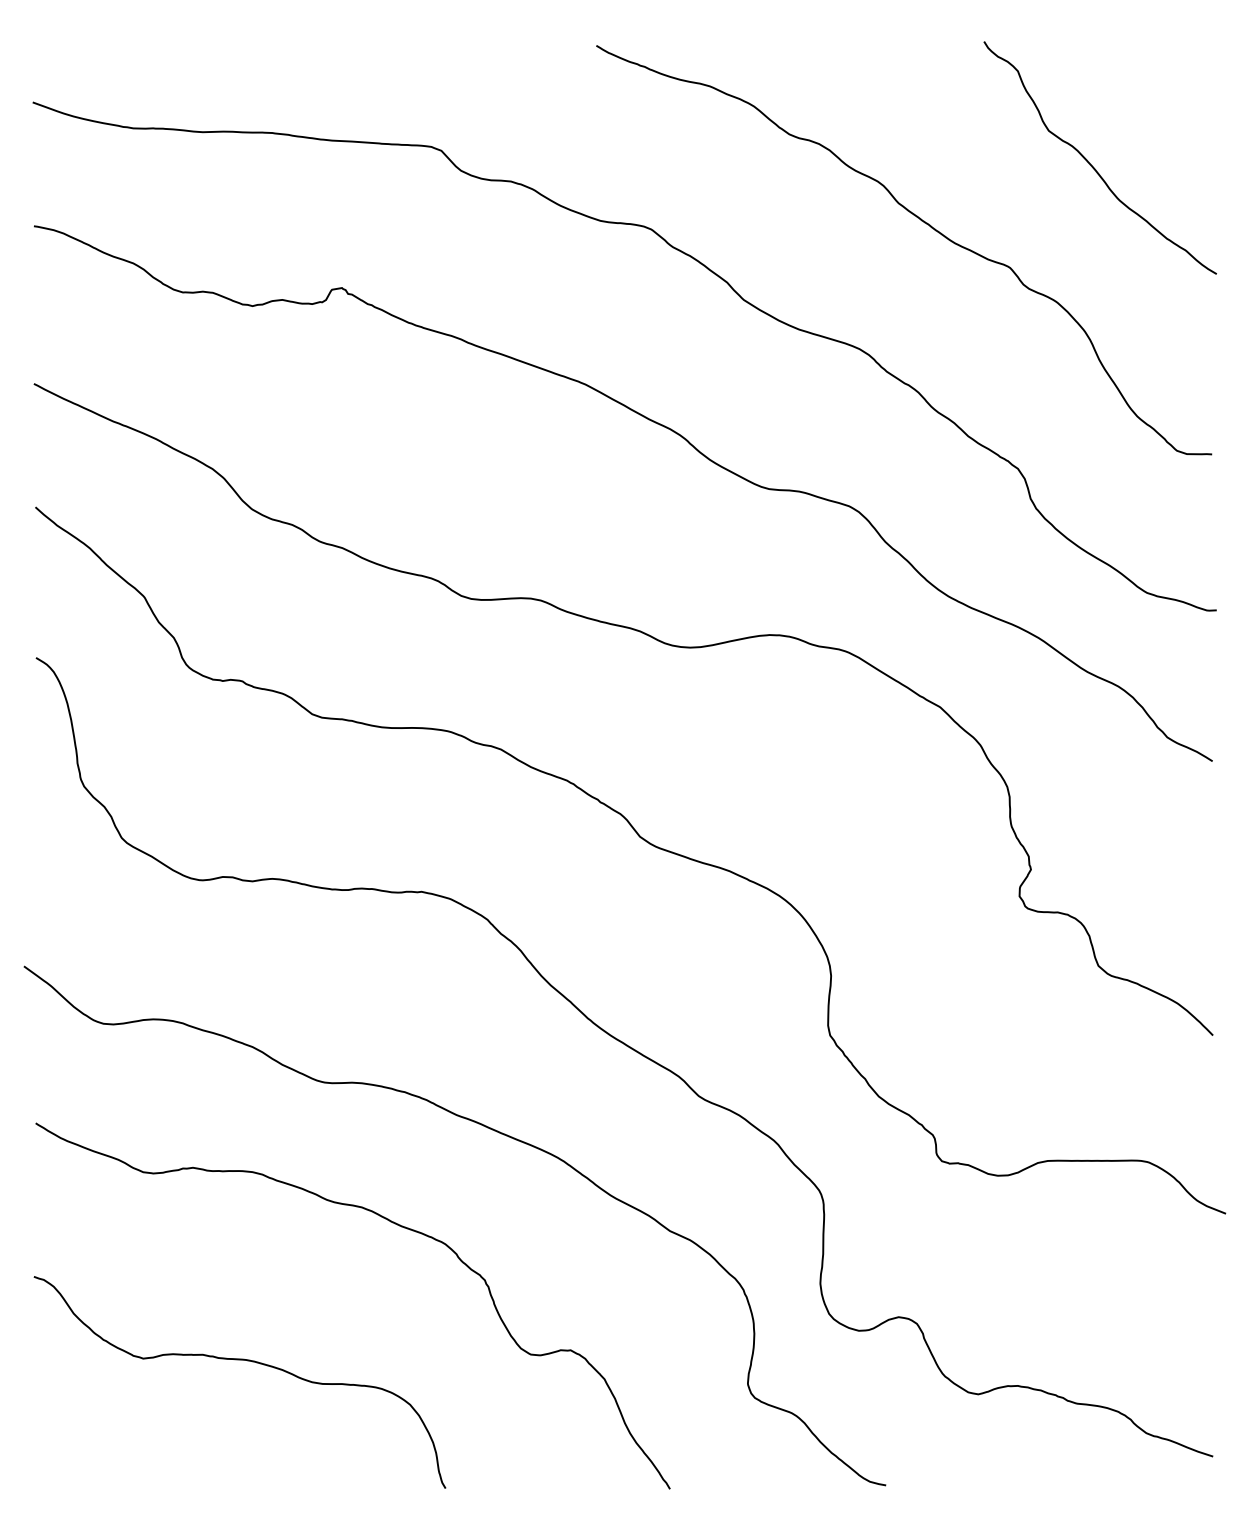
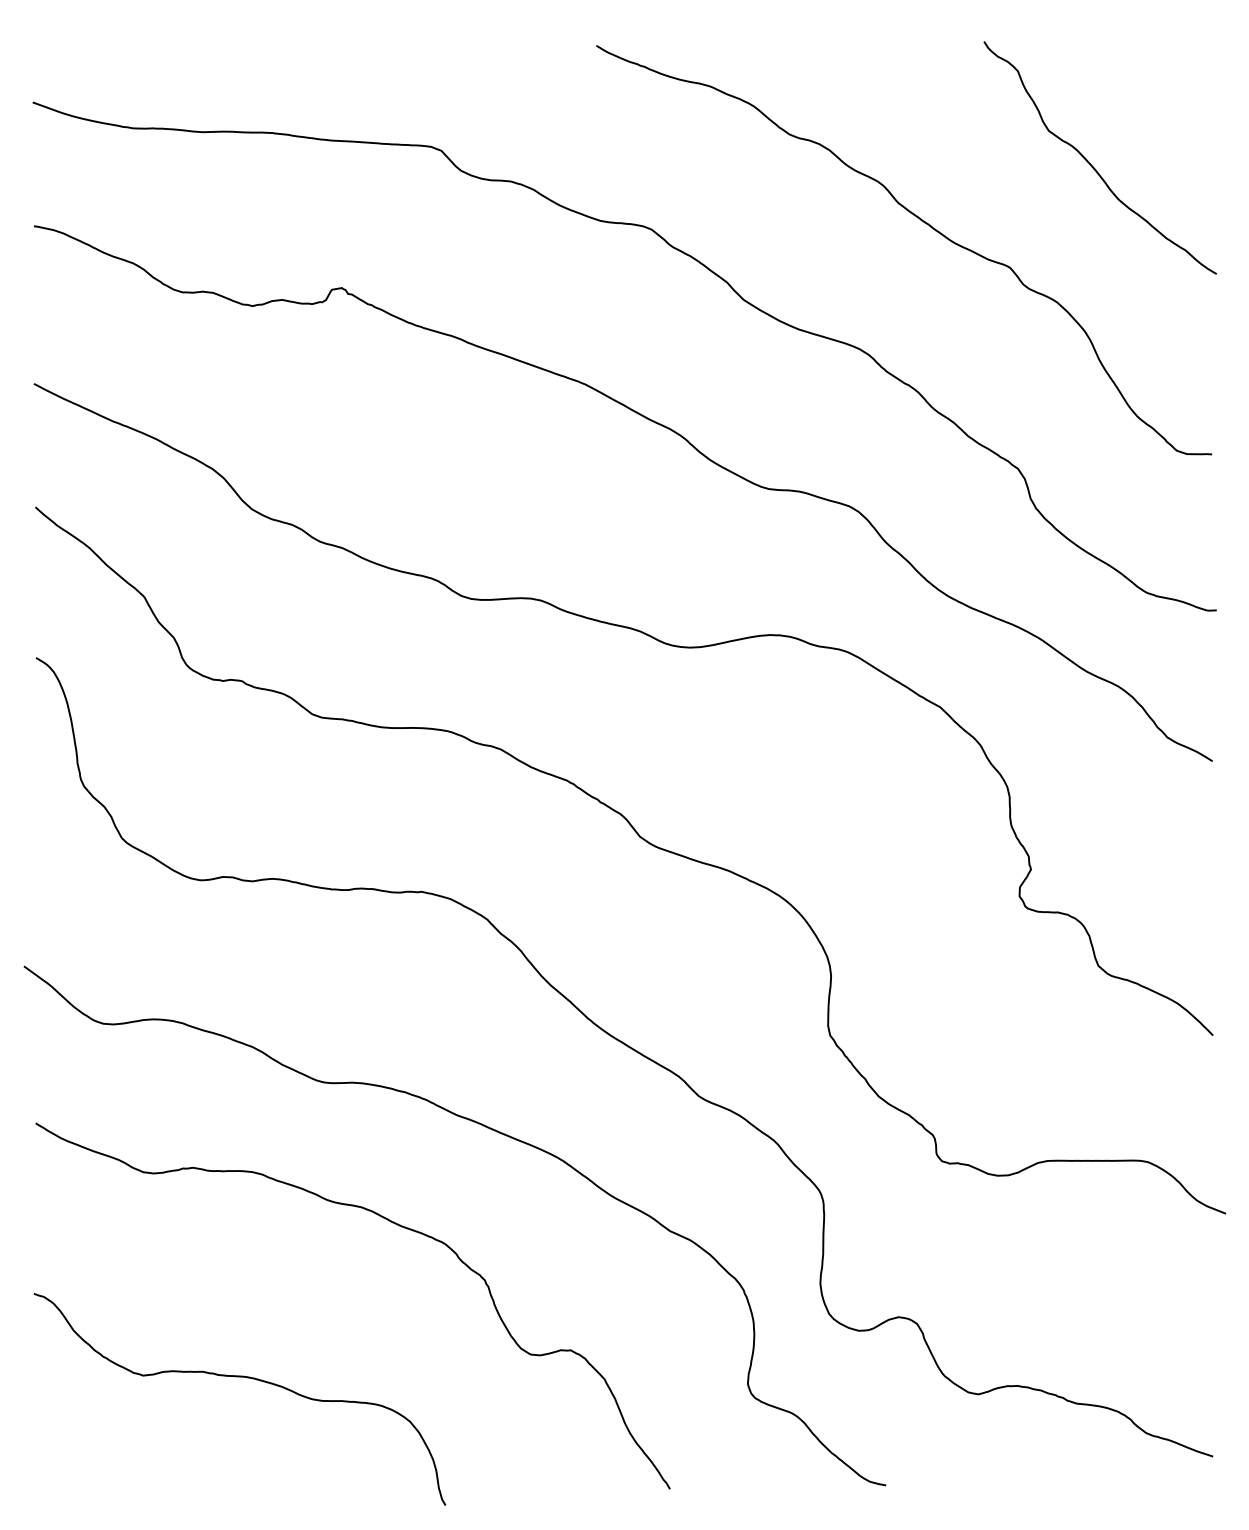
curve at (239, 1360) position: (239, 1360) -> (239, 1377)
